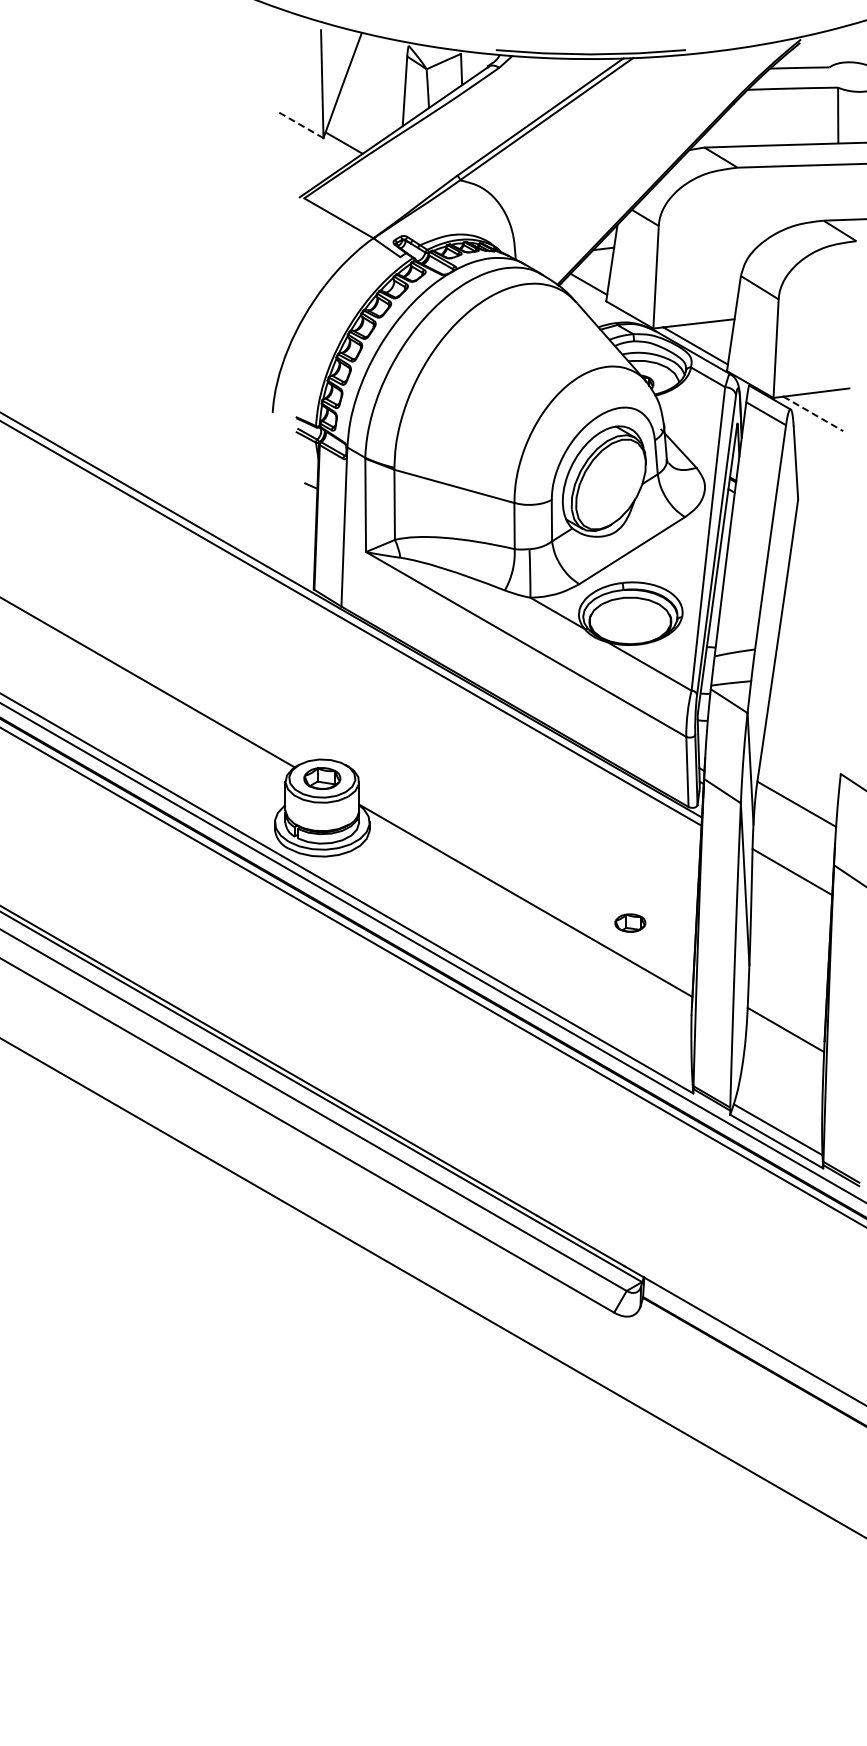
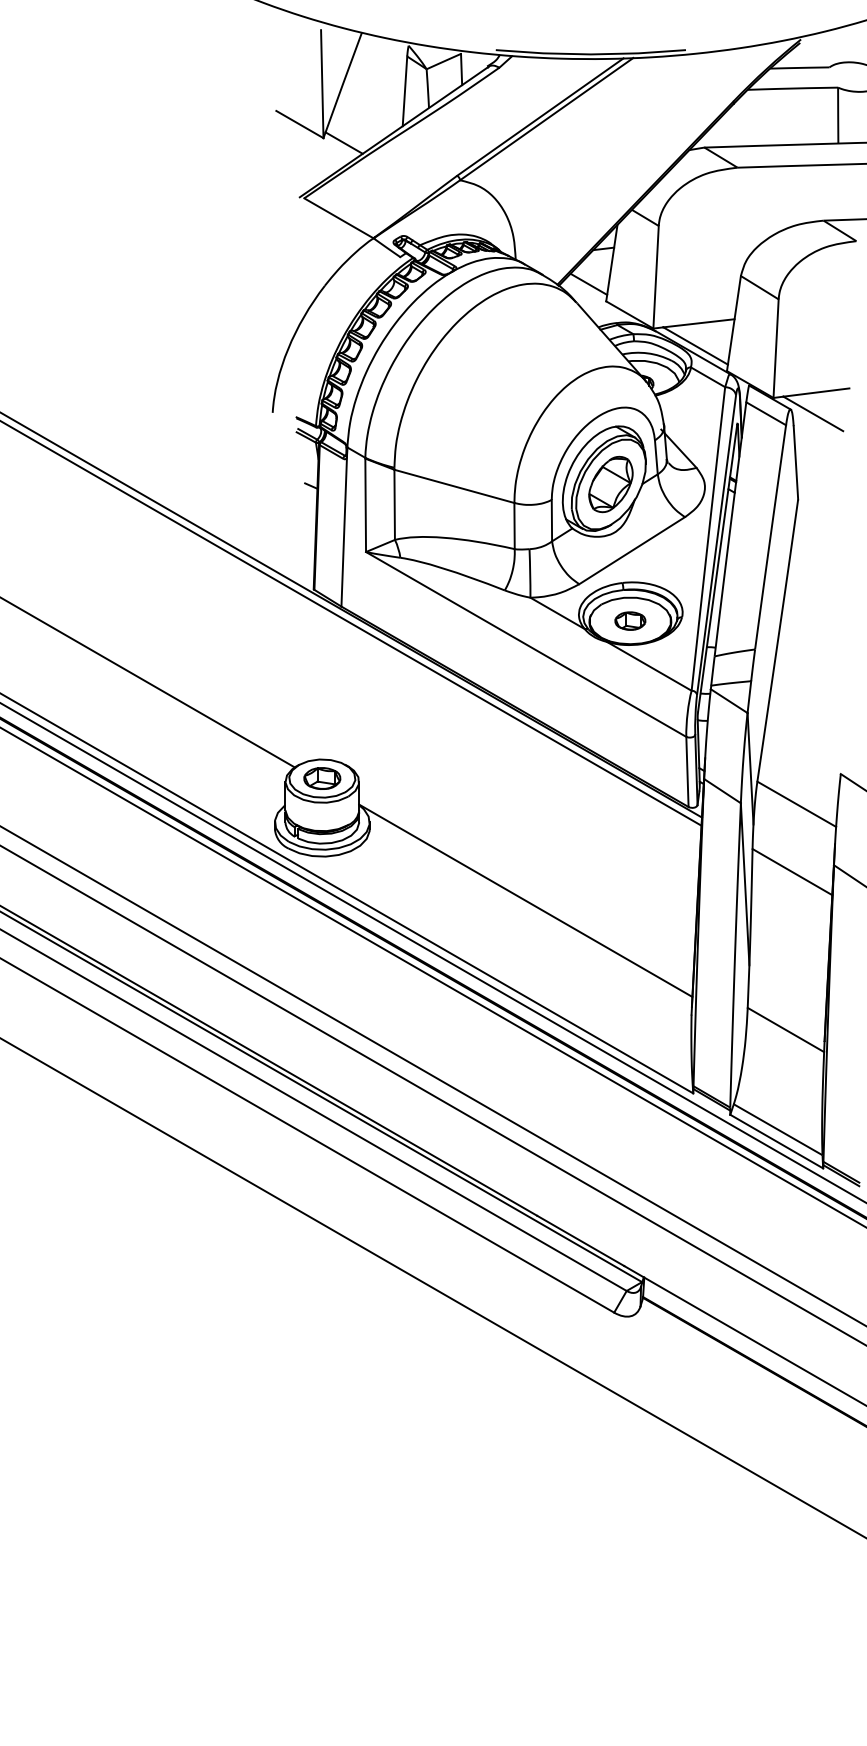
line at (299, 124): dashed -> solid
line at (813, 414): dashed -> solid
part at (610, 484): none -> present
part at (630, 922) position: (630, 922) -> (630, 620)
line at (432, 1075): none -> present
line at (432, 1094): none -> present
